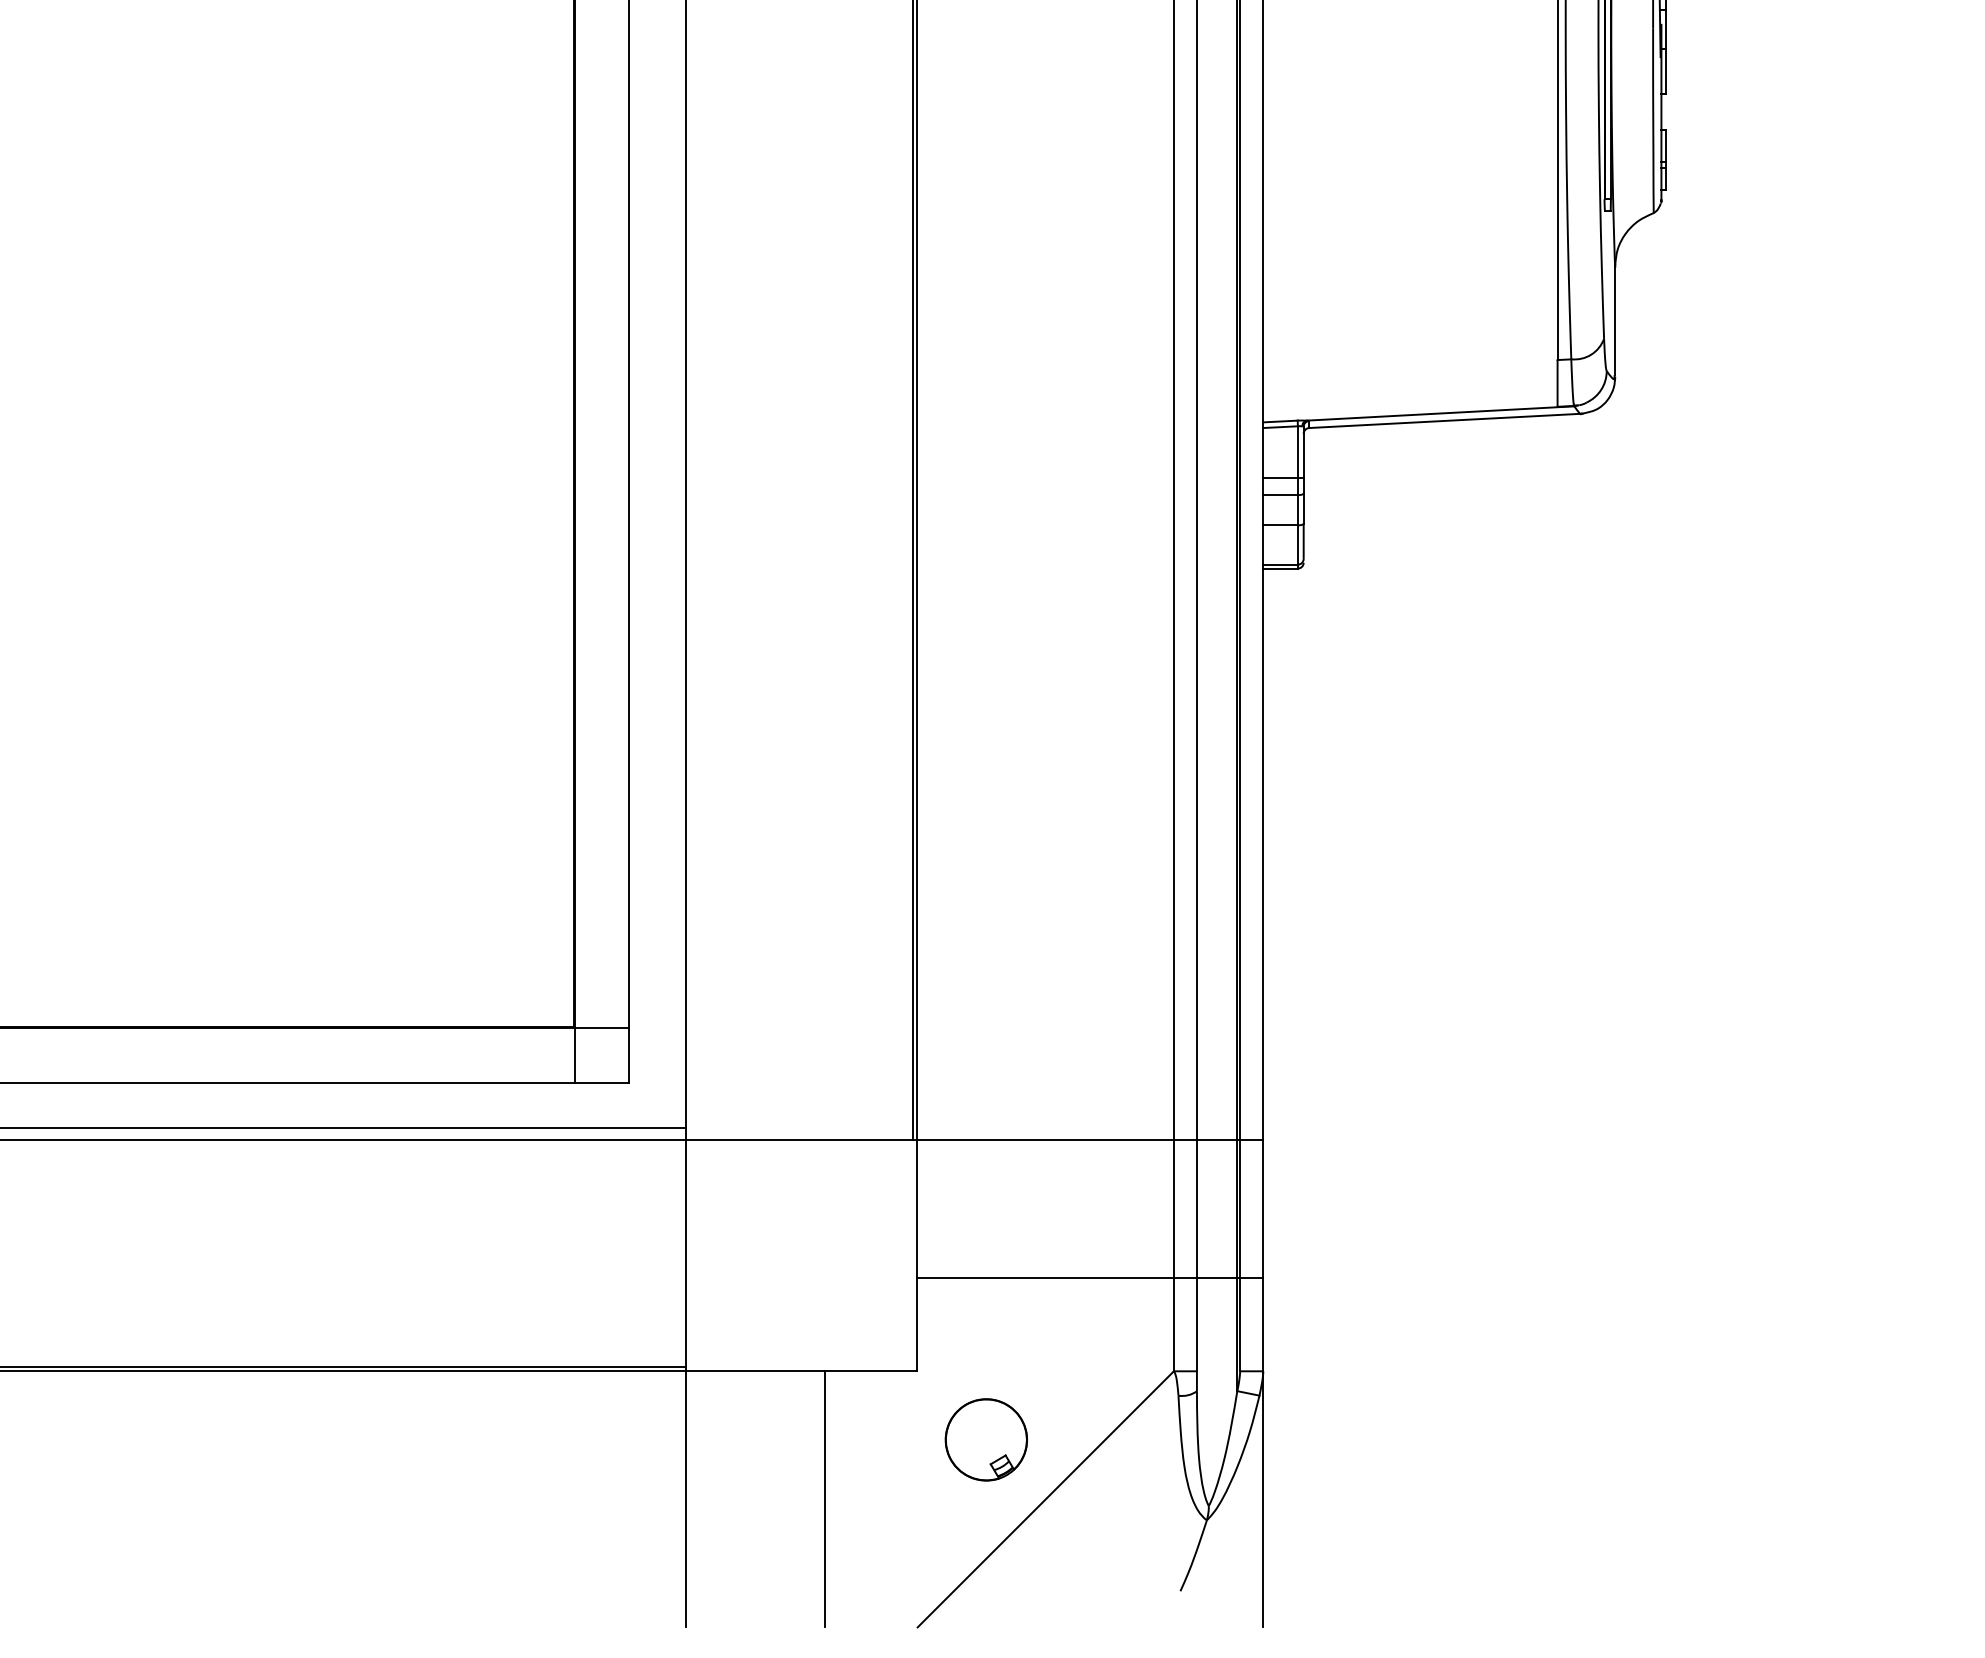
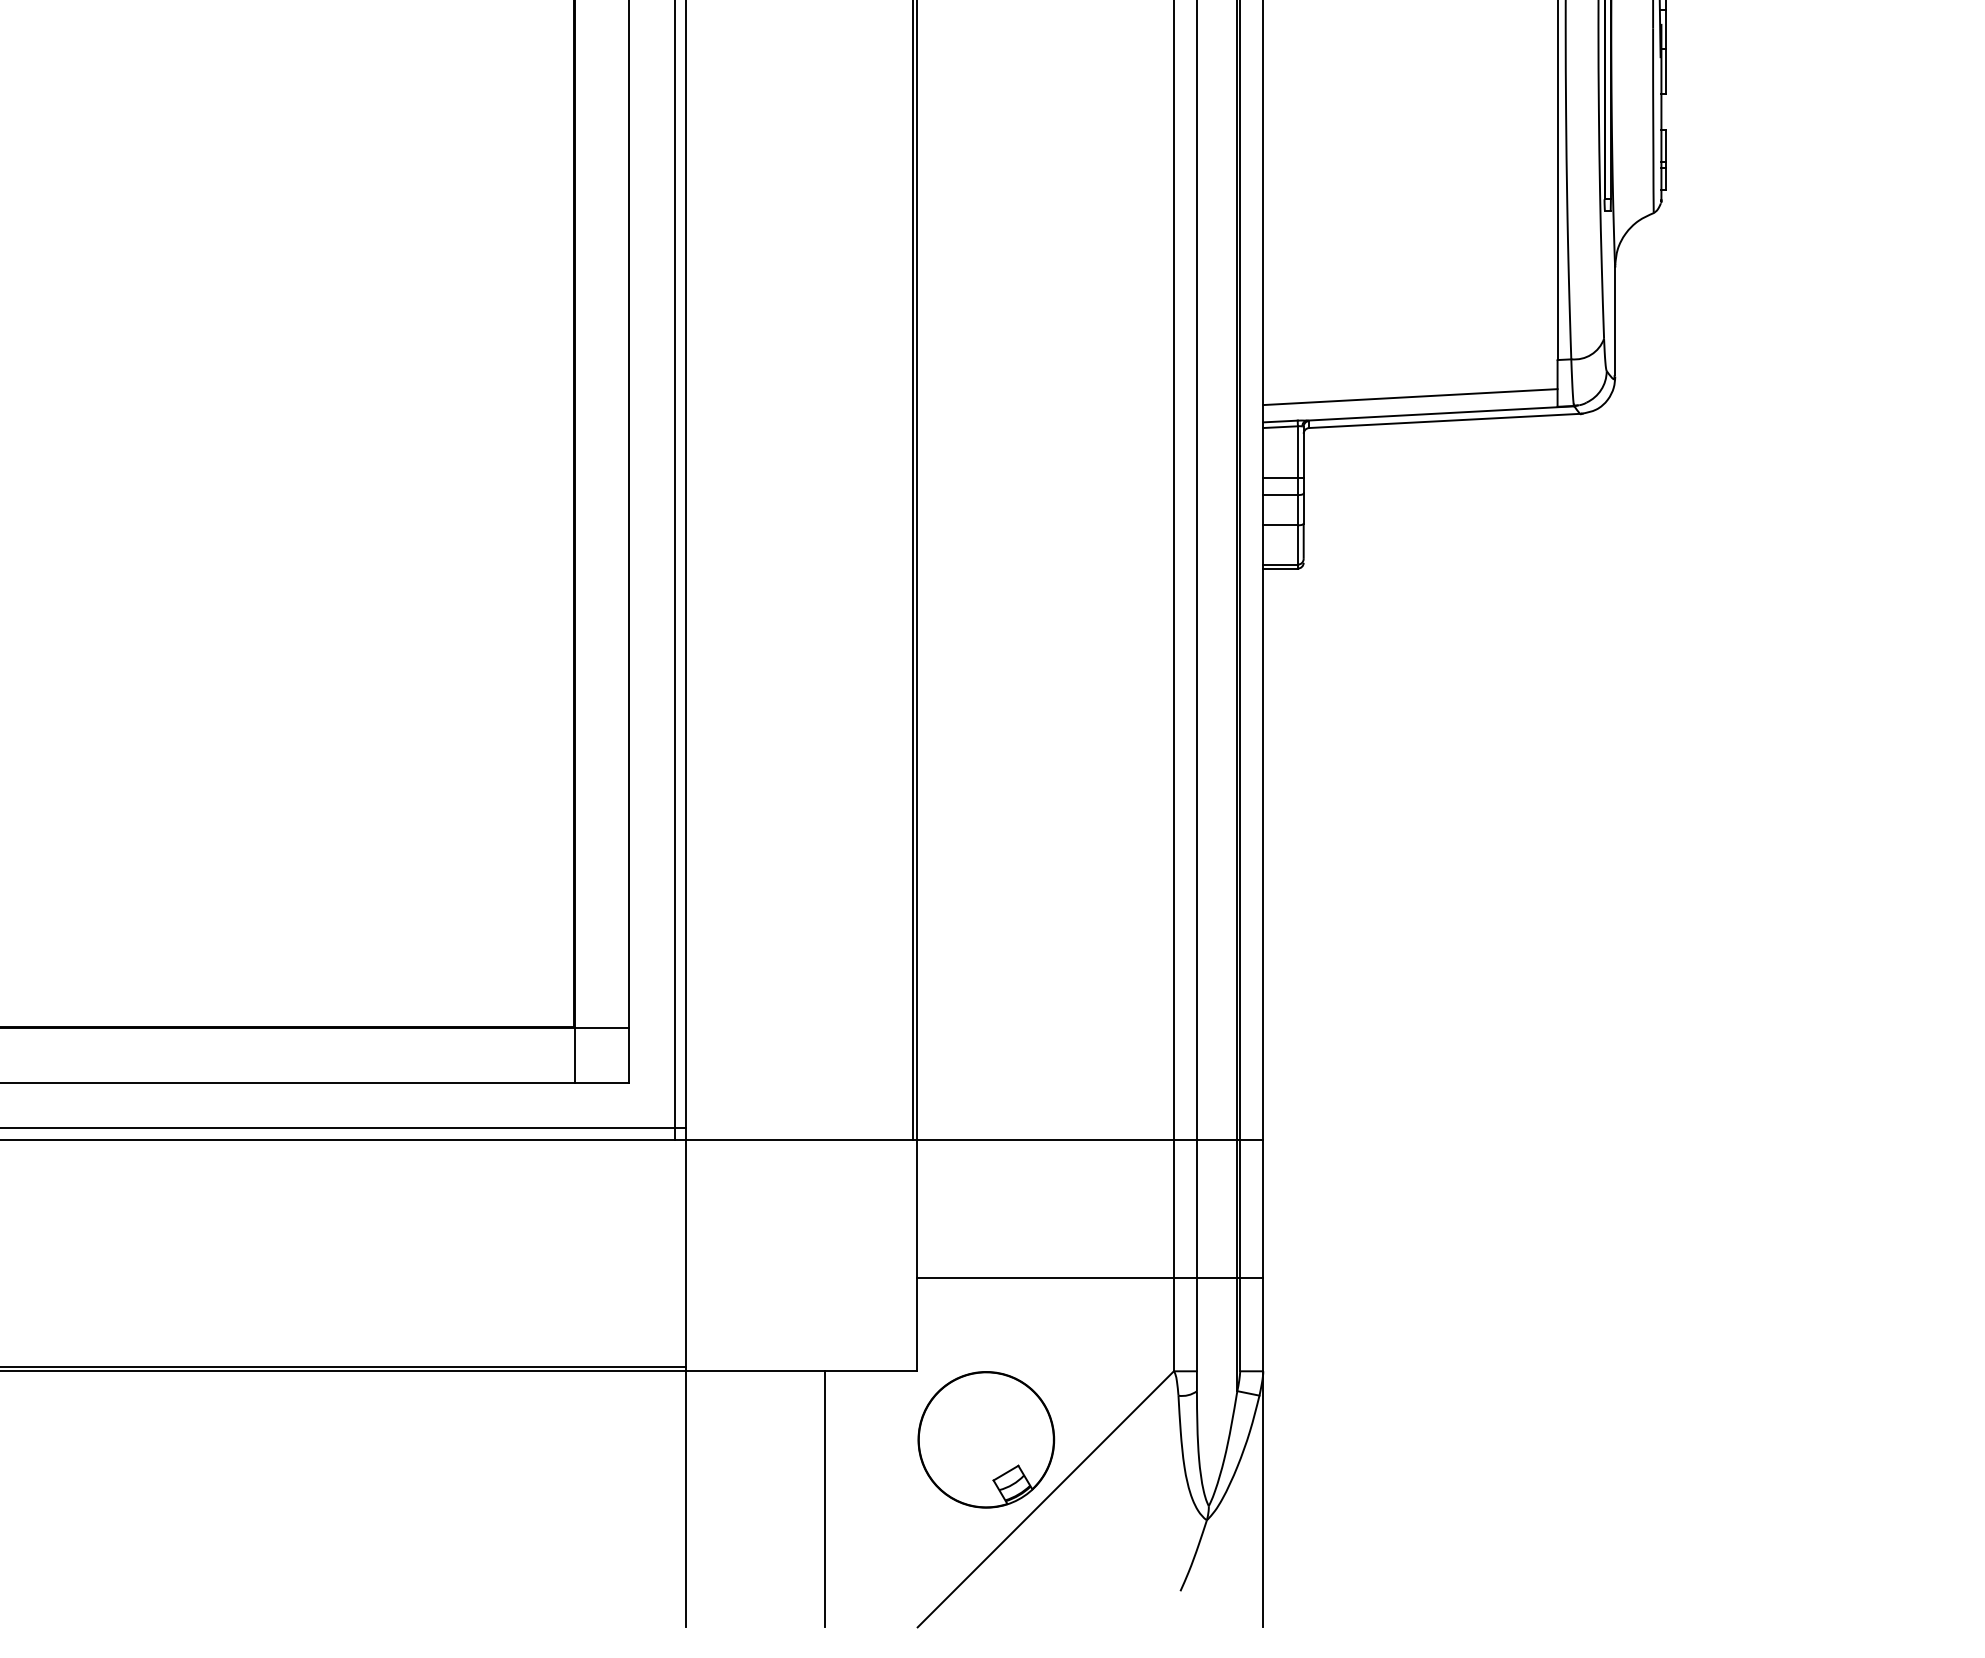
line at (1410, 397): none -> present
line at (674, 570): none -> present
part at (985, 1439) size: 84x84 px -> 139x138 px
